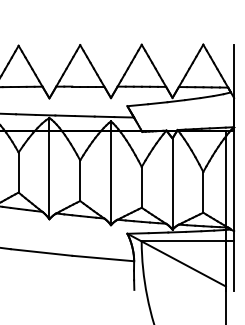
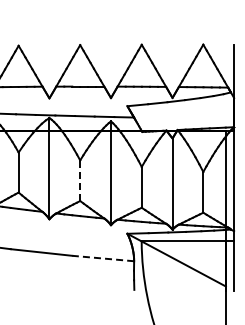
line at (80, 180): solid -> dashed
line at (103, 258): solid -> dashed
